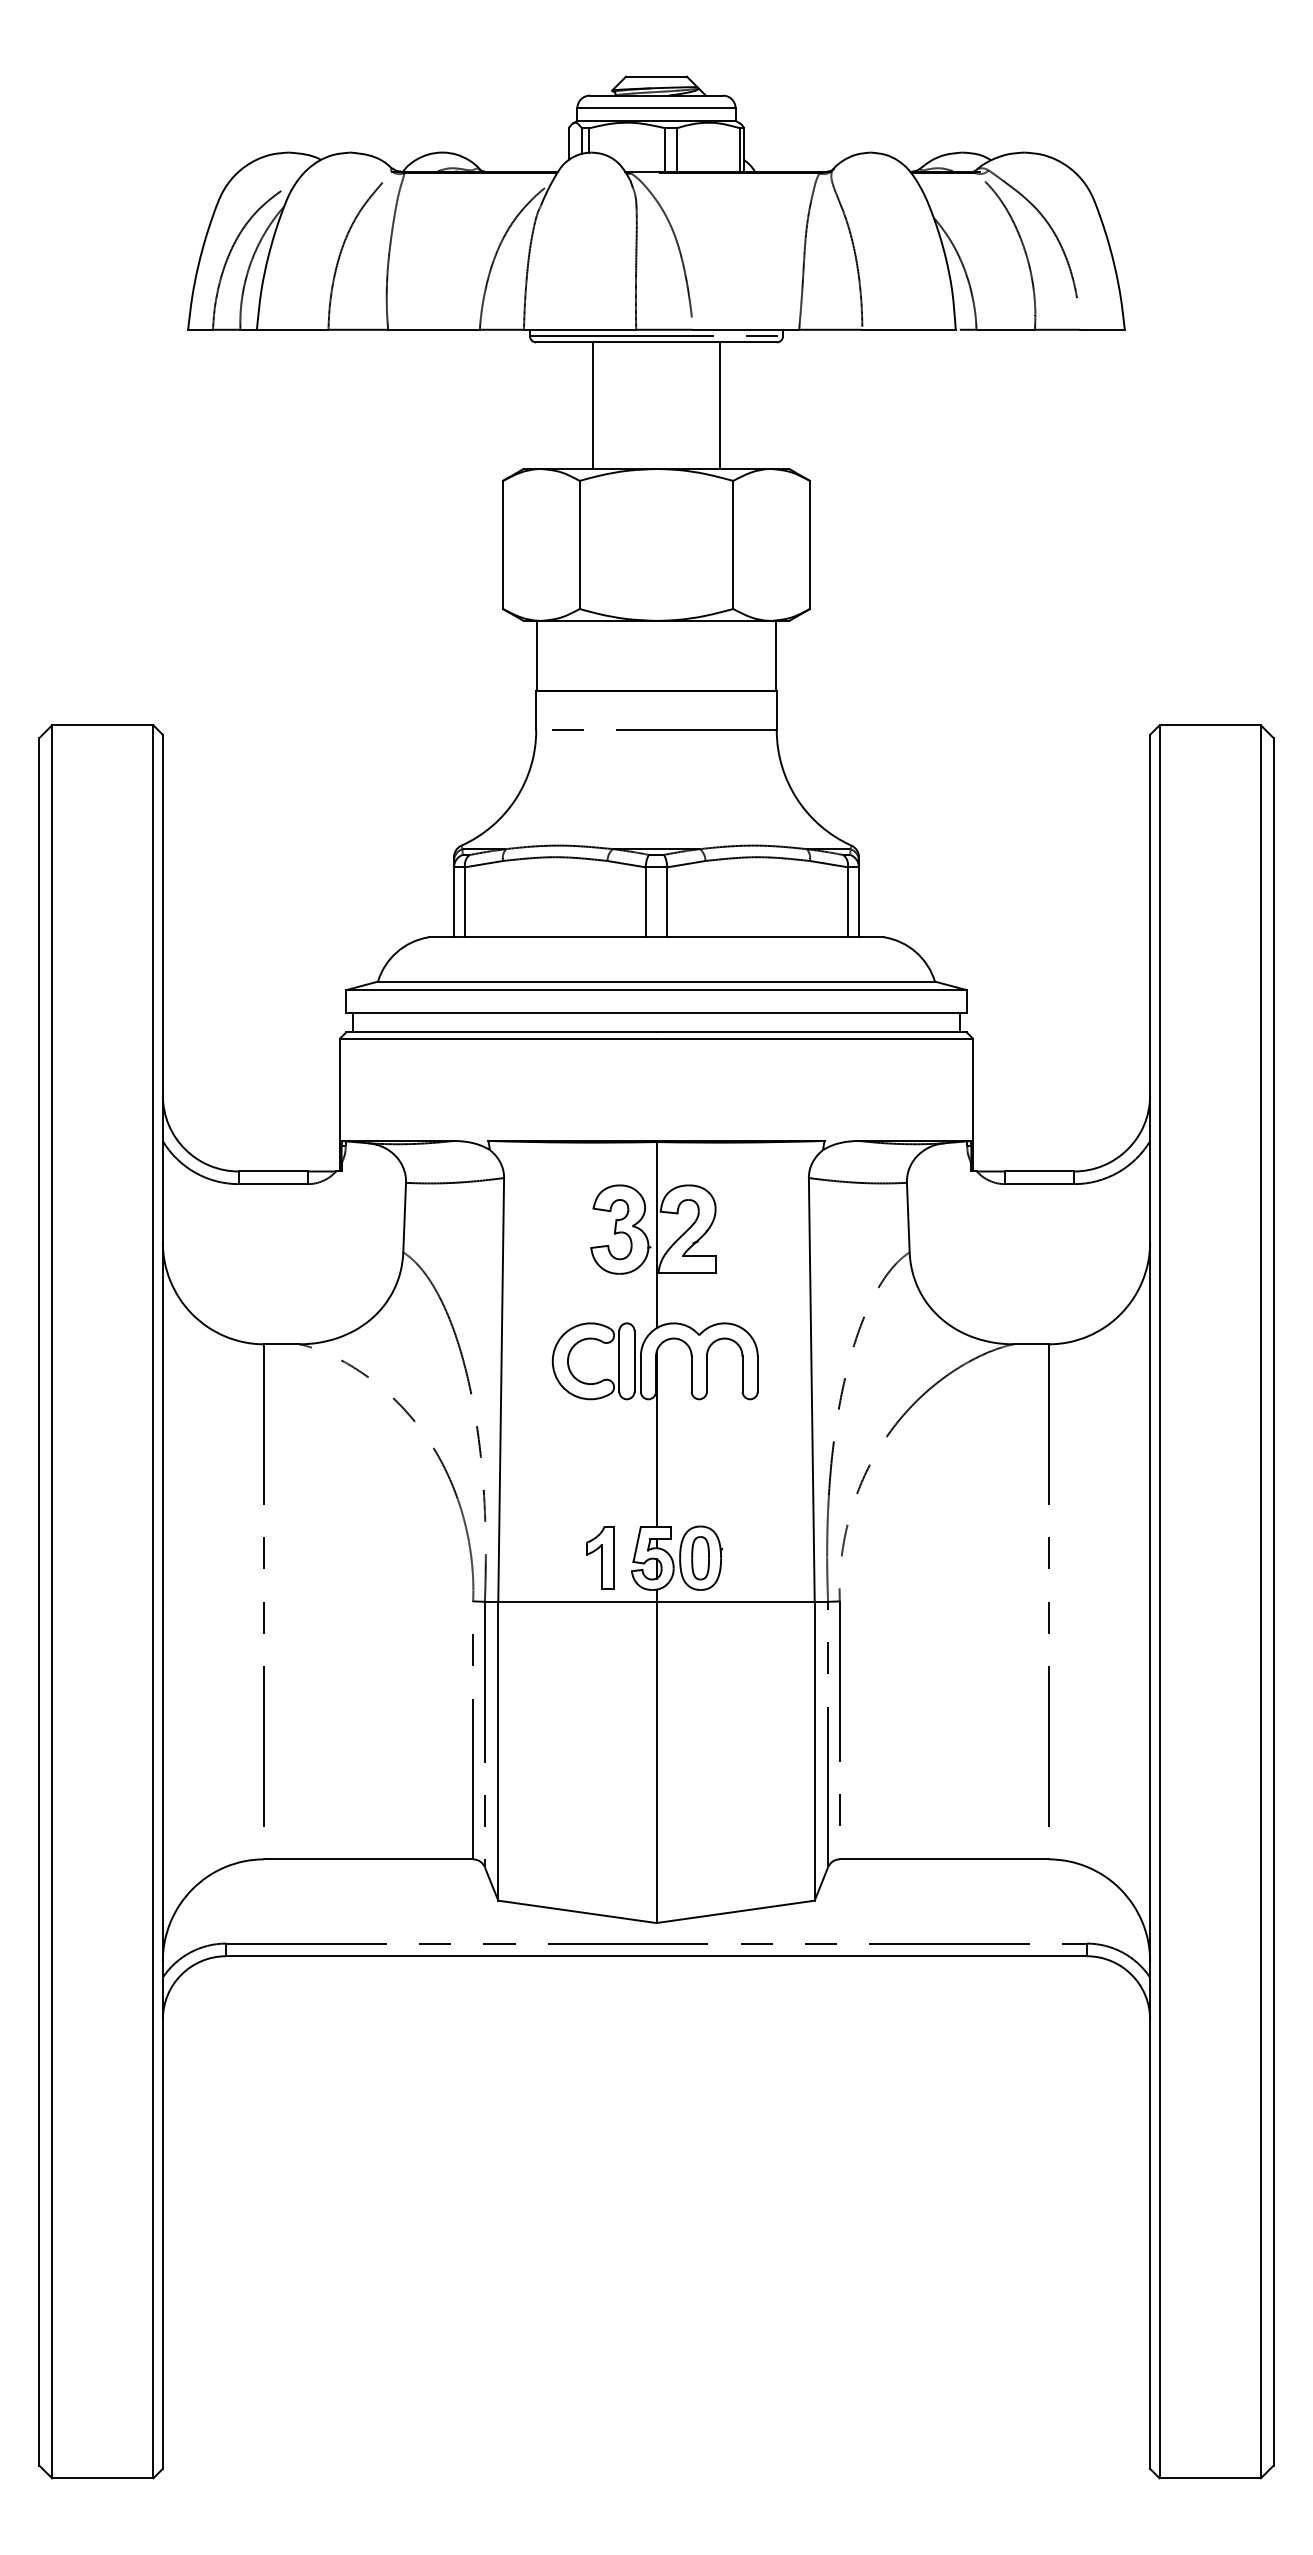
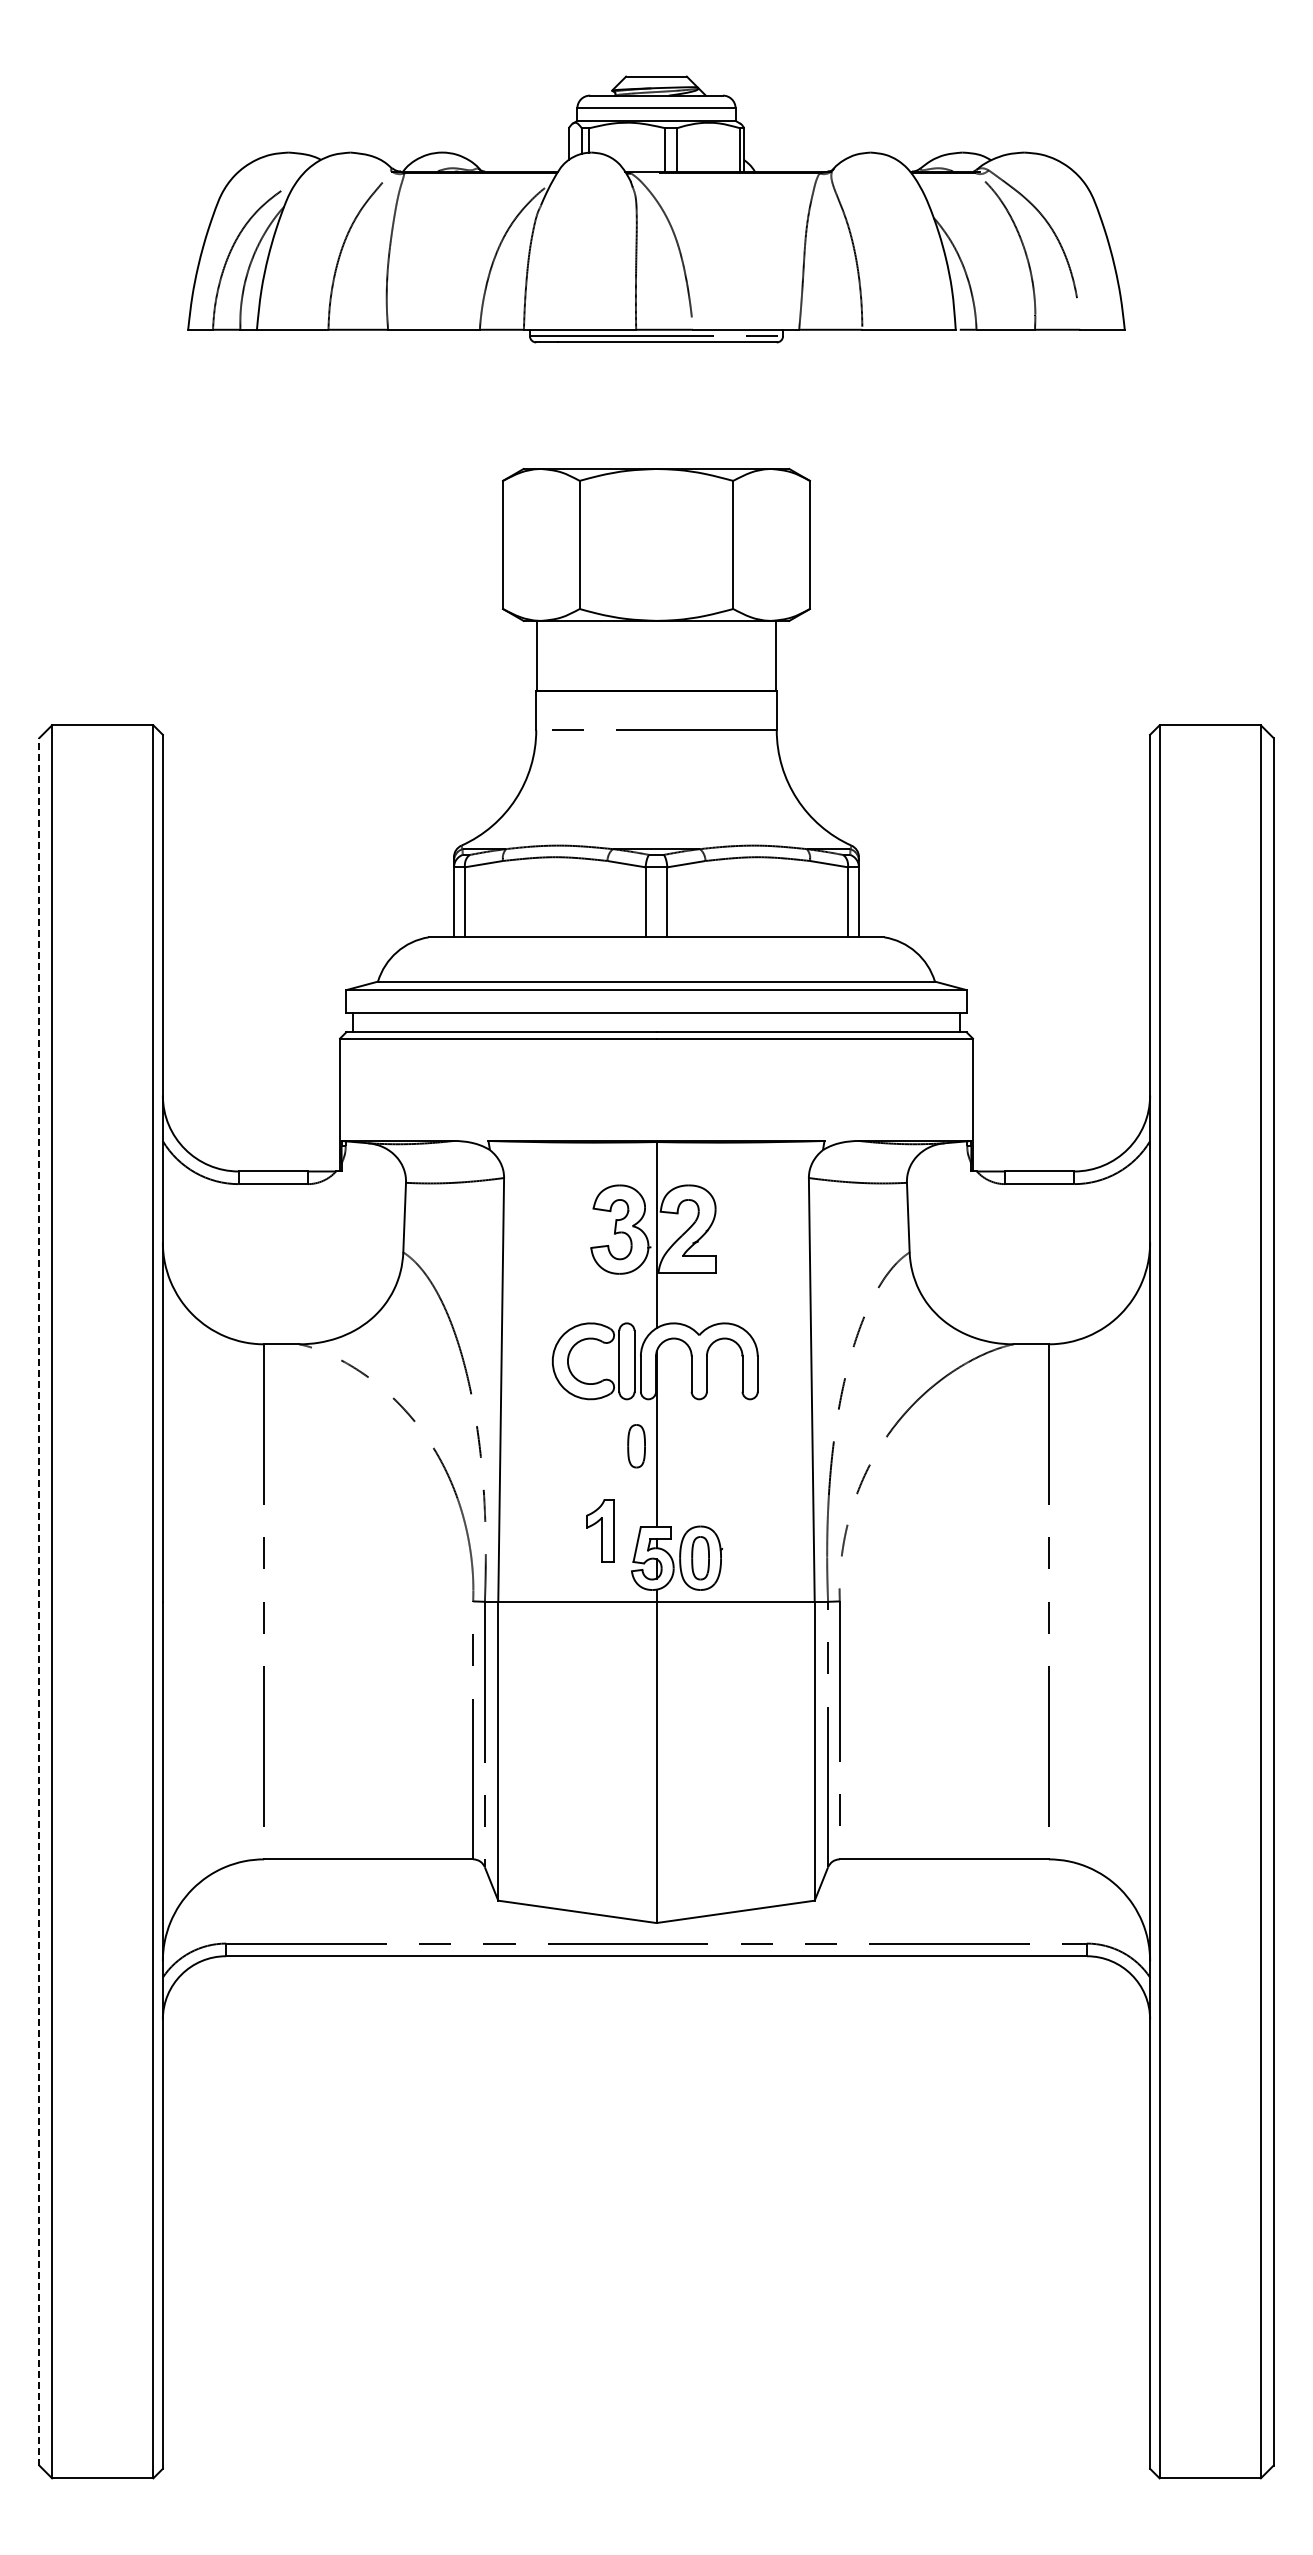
line at (593, 405): present -> none
line at (719, 405): present -> none
part at (636, 1446): none -> present
part at (600, 1557) position: (600, 1557) -> (600, 1530)
line at (39, 1601): solid -> dashed
